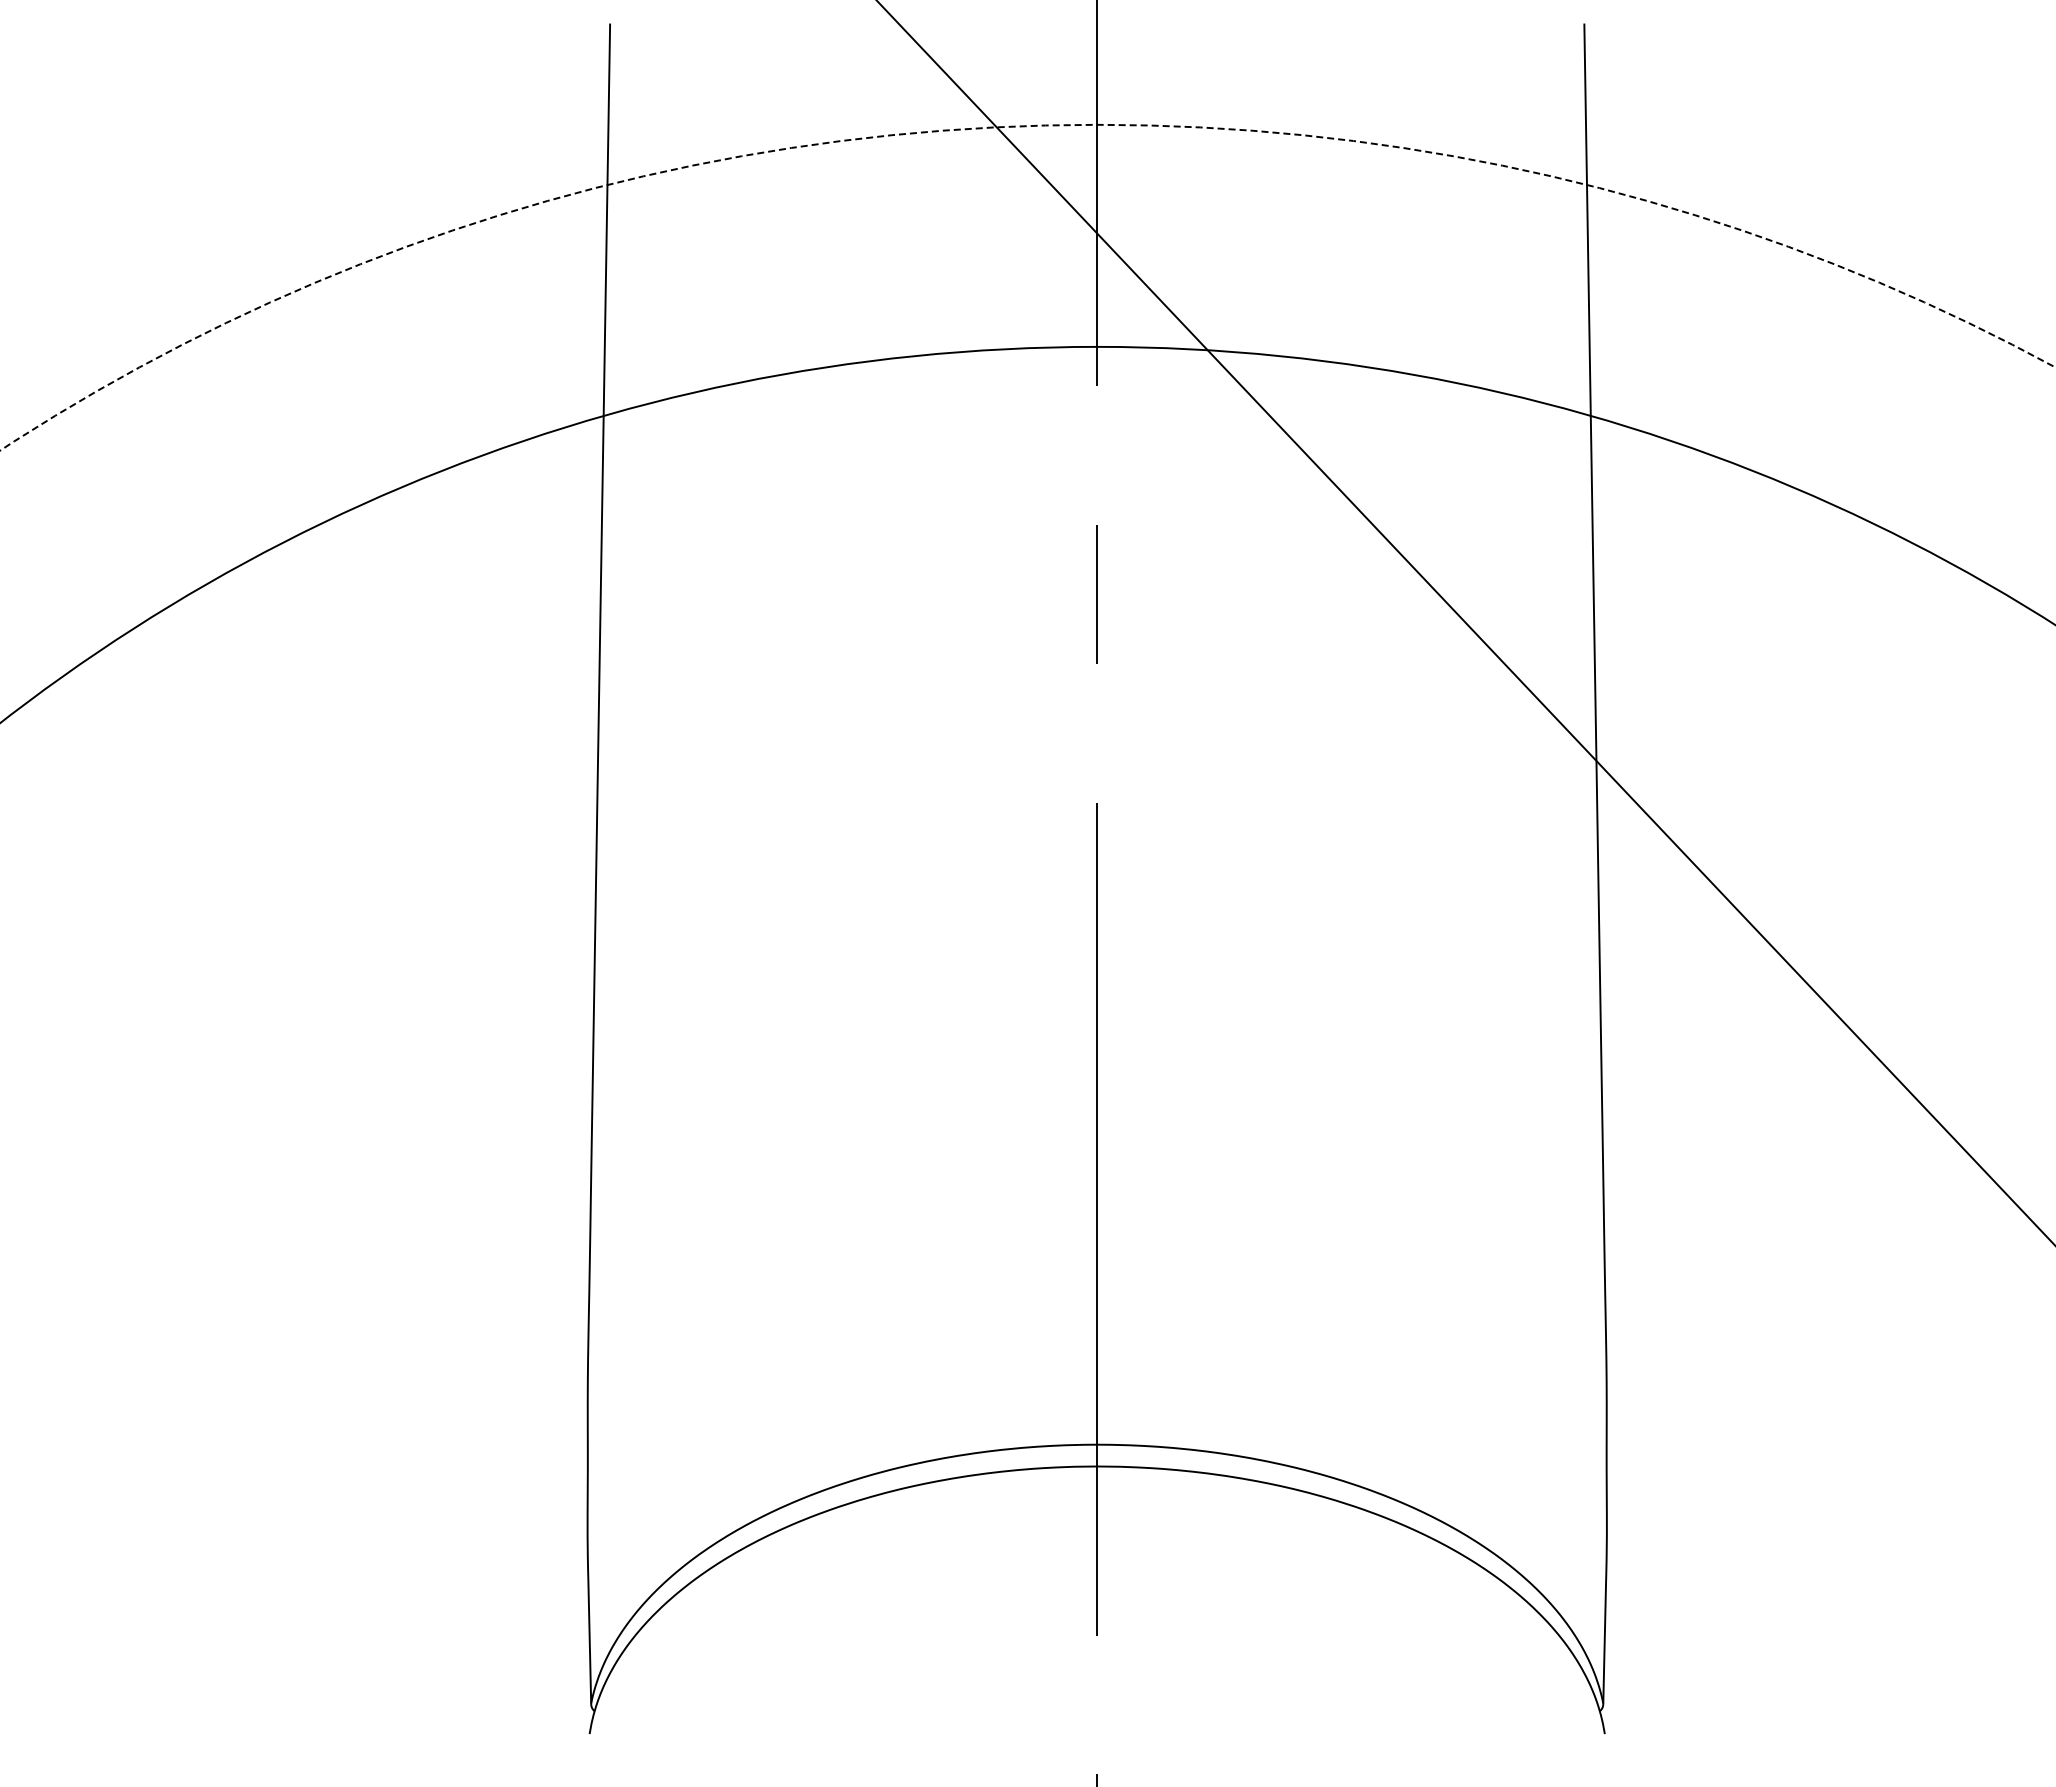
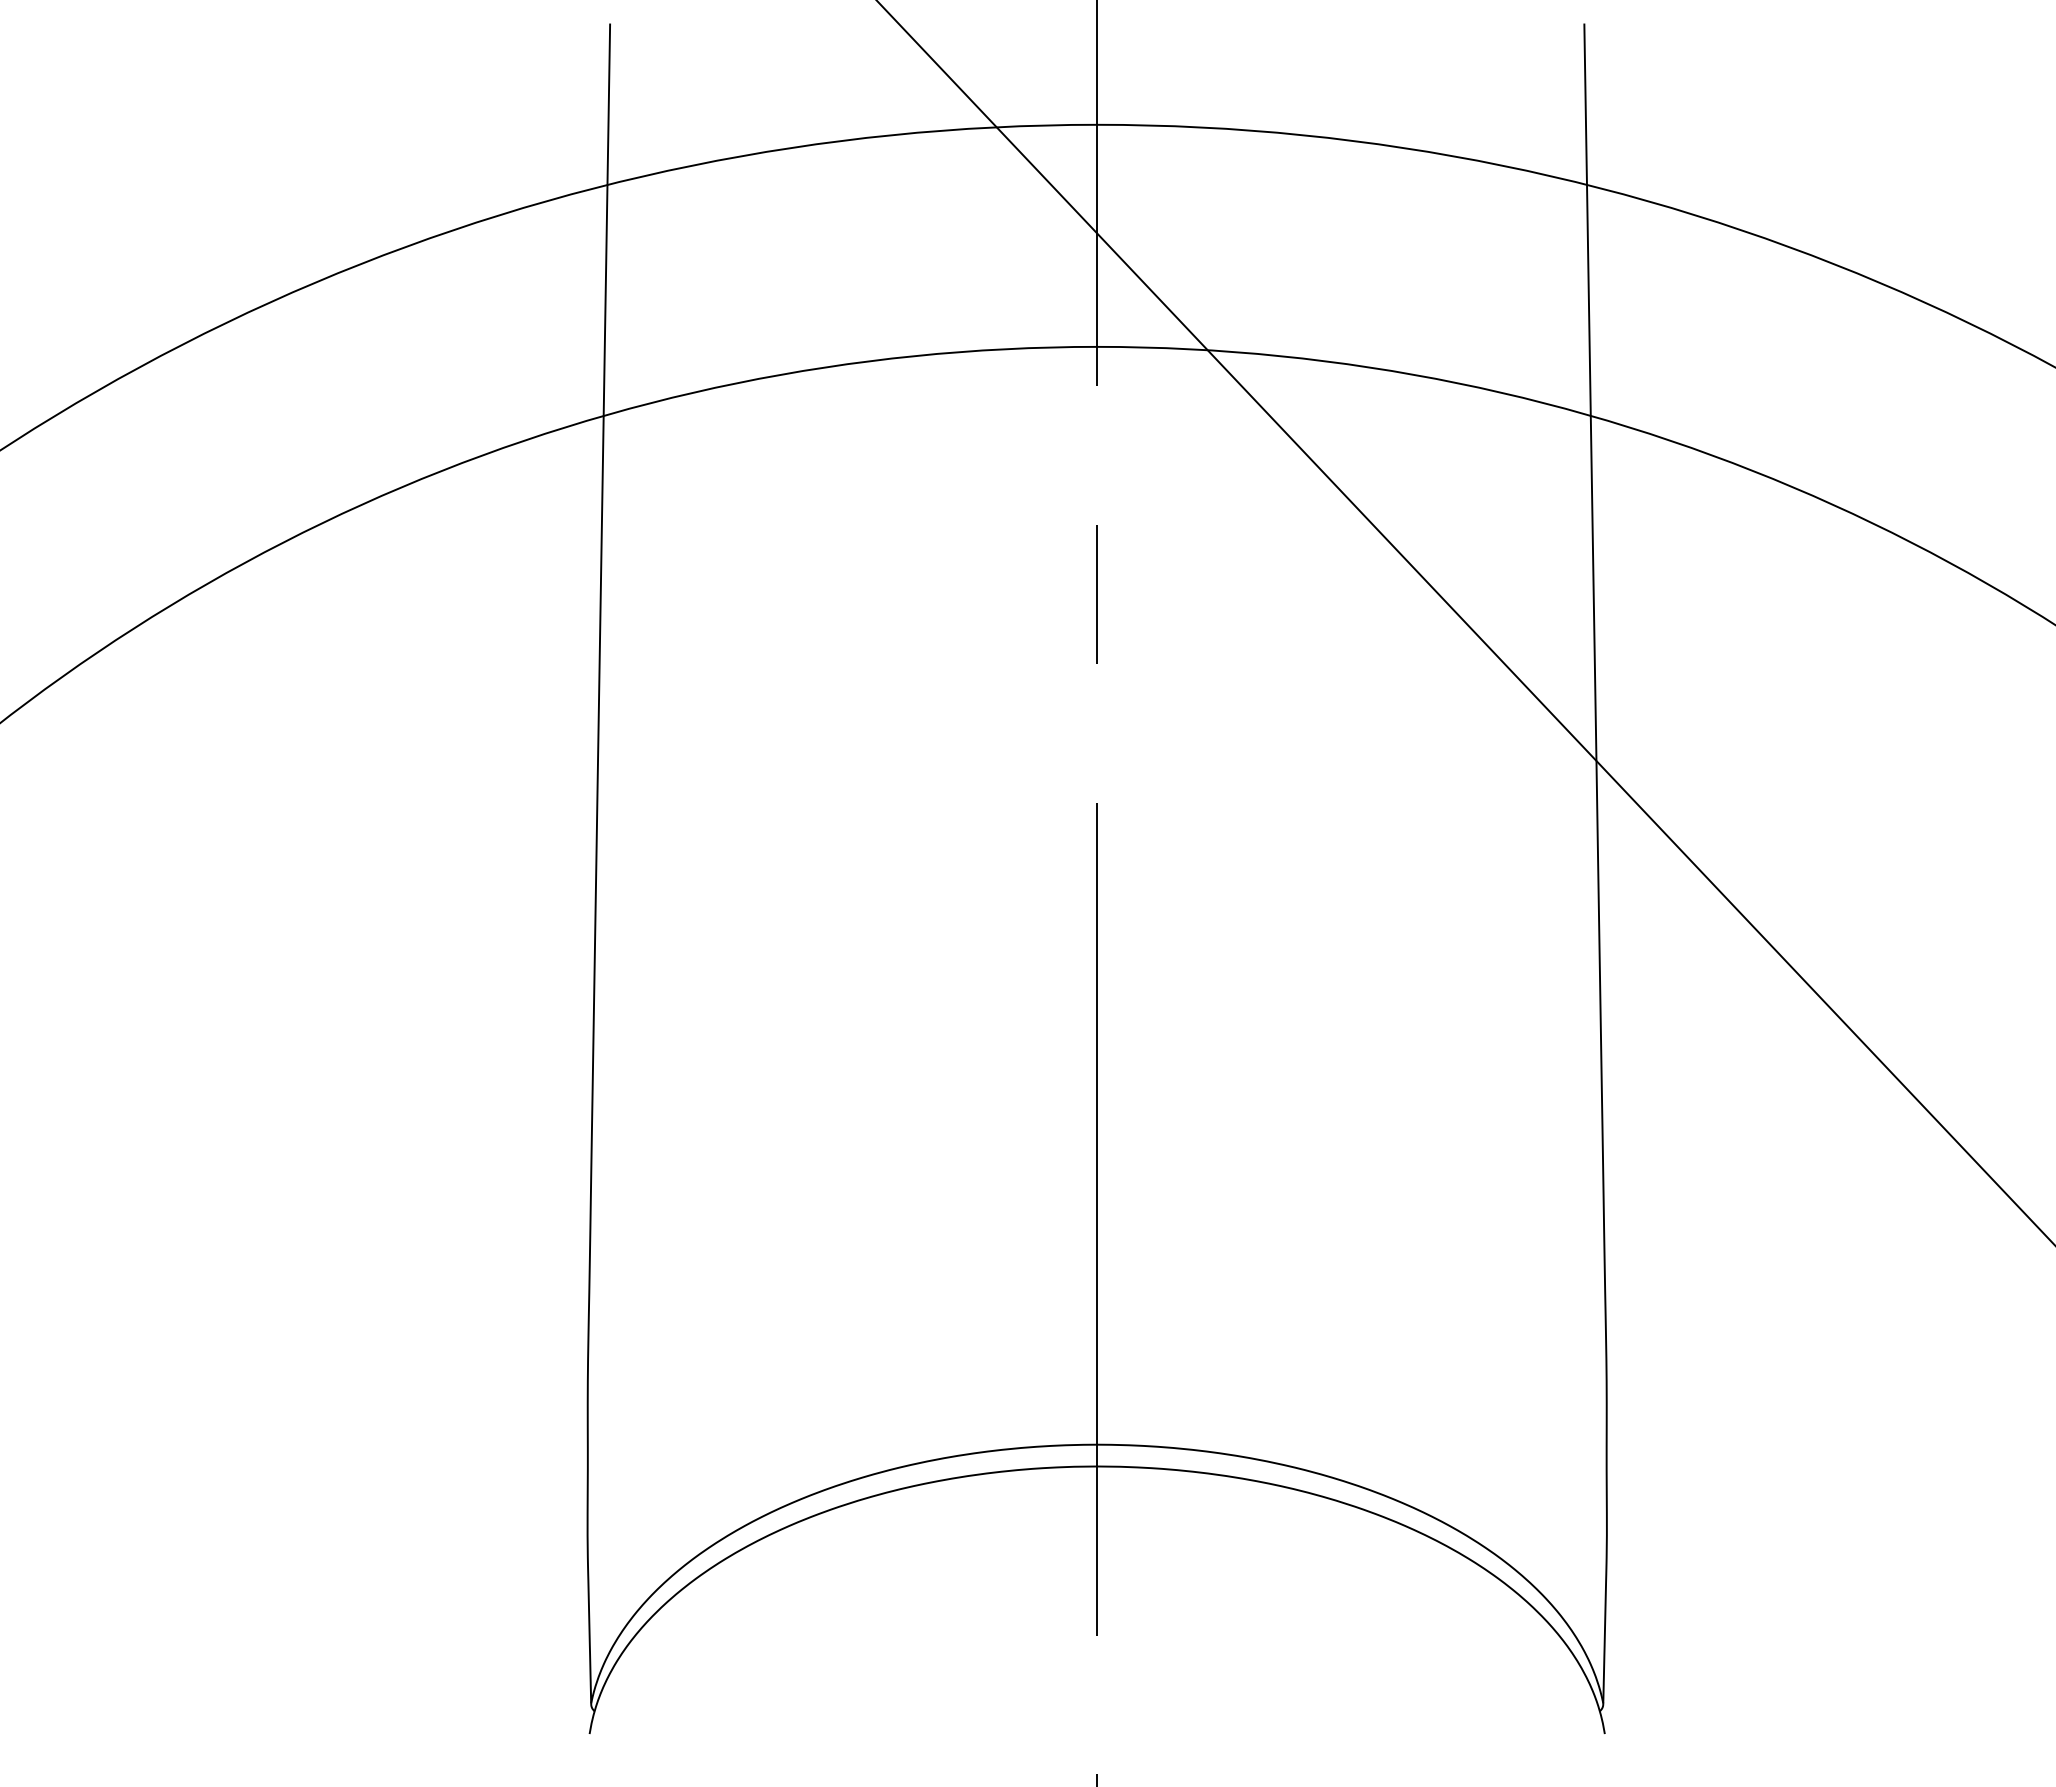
circle at (1027, 287): dashed -> solid
